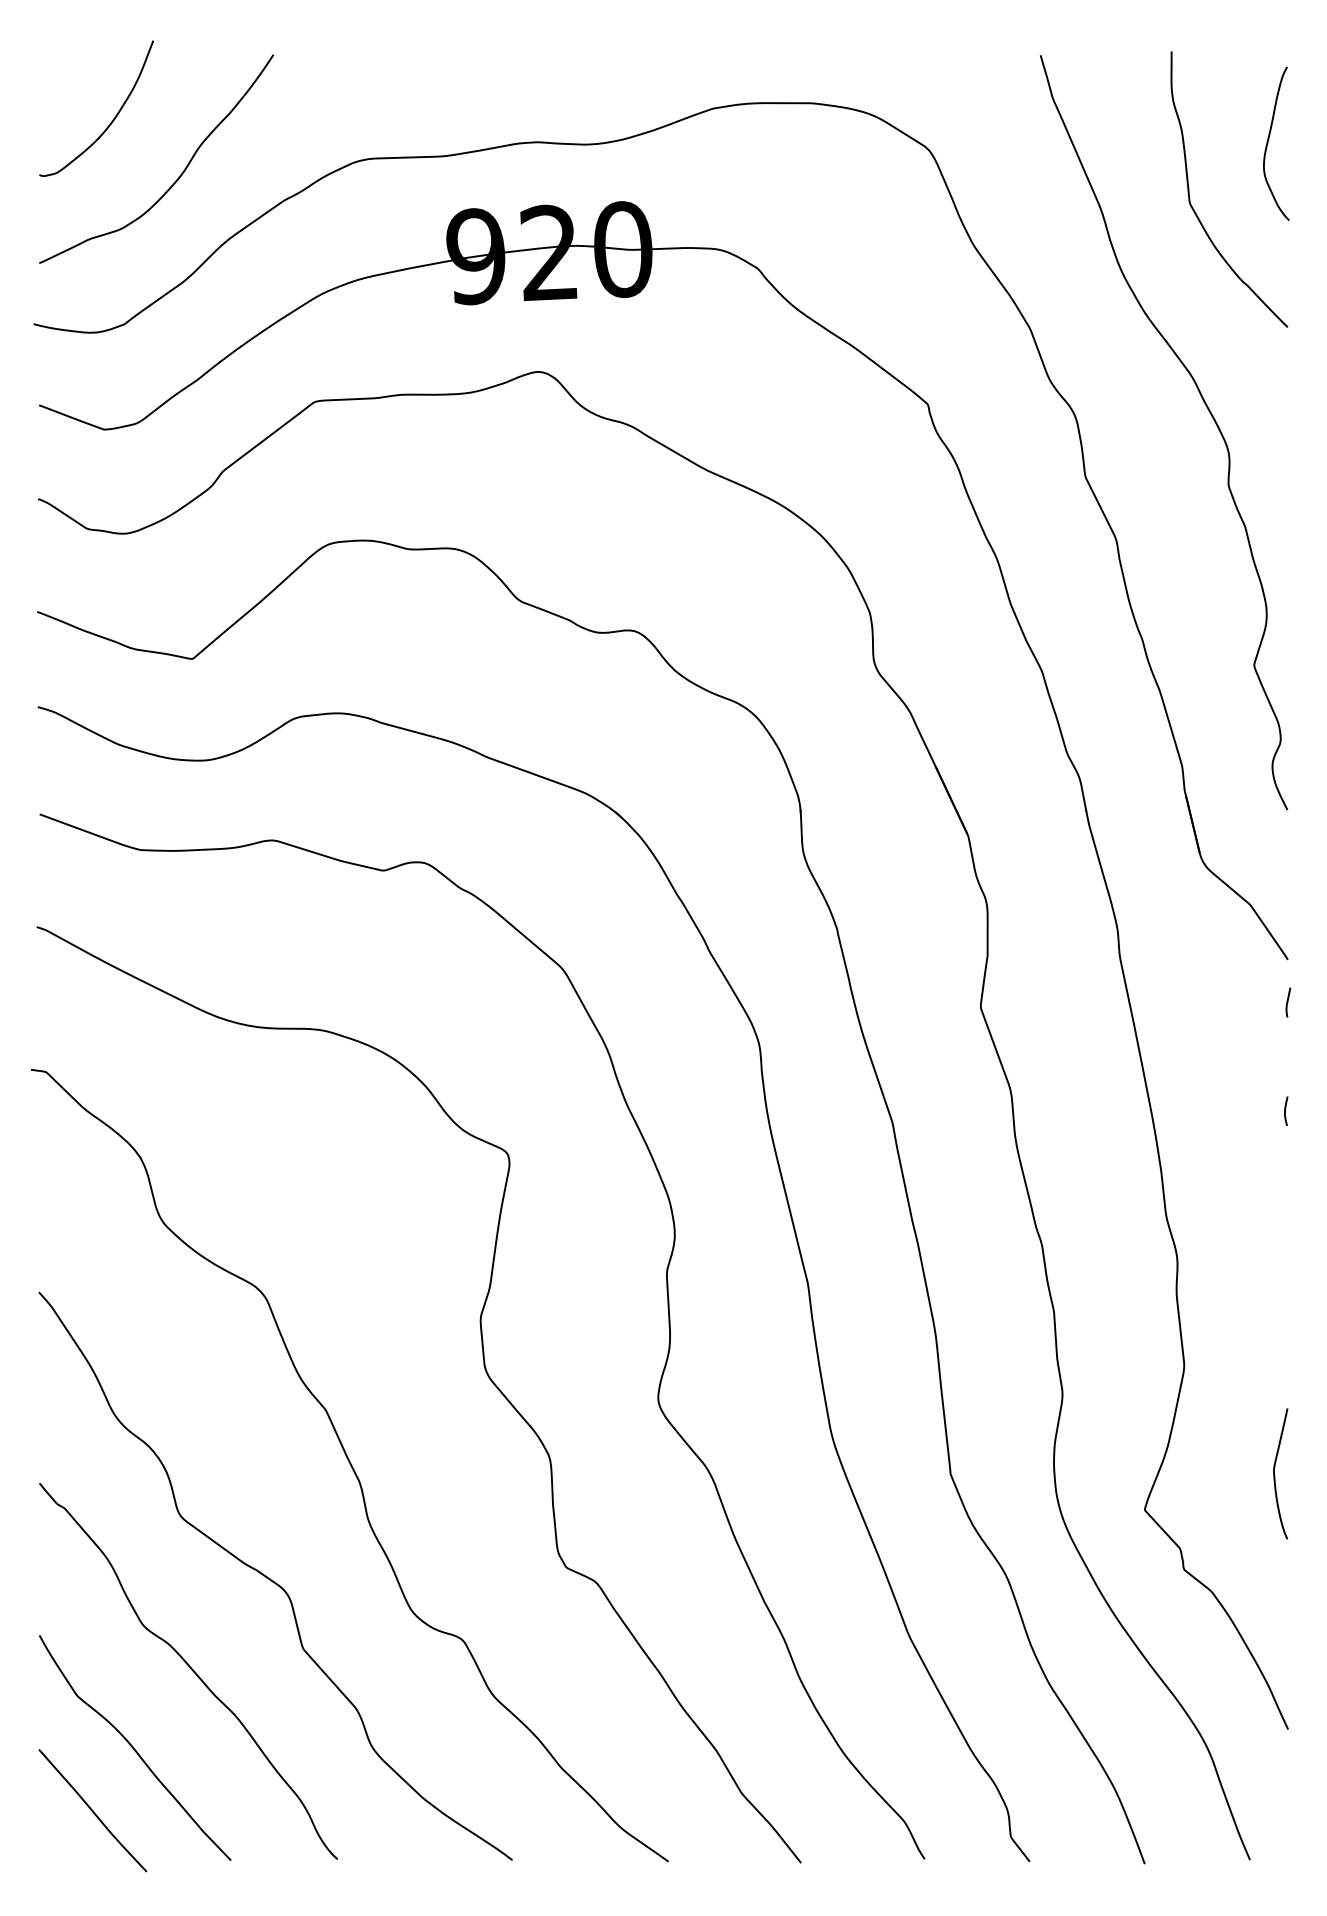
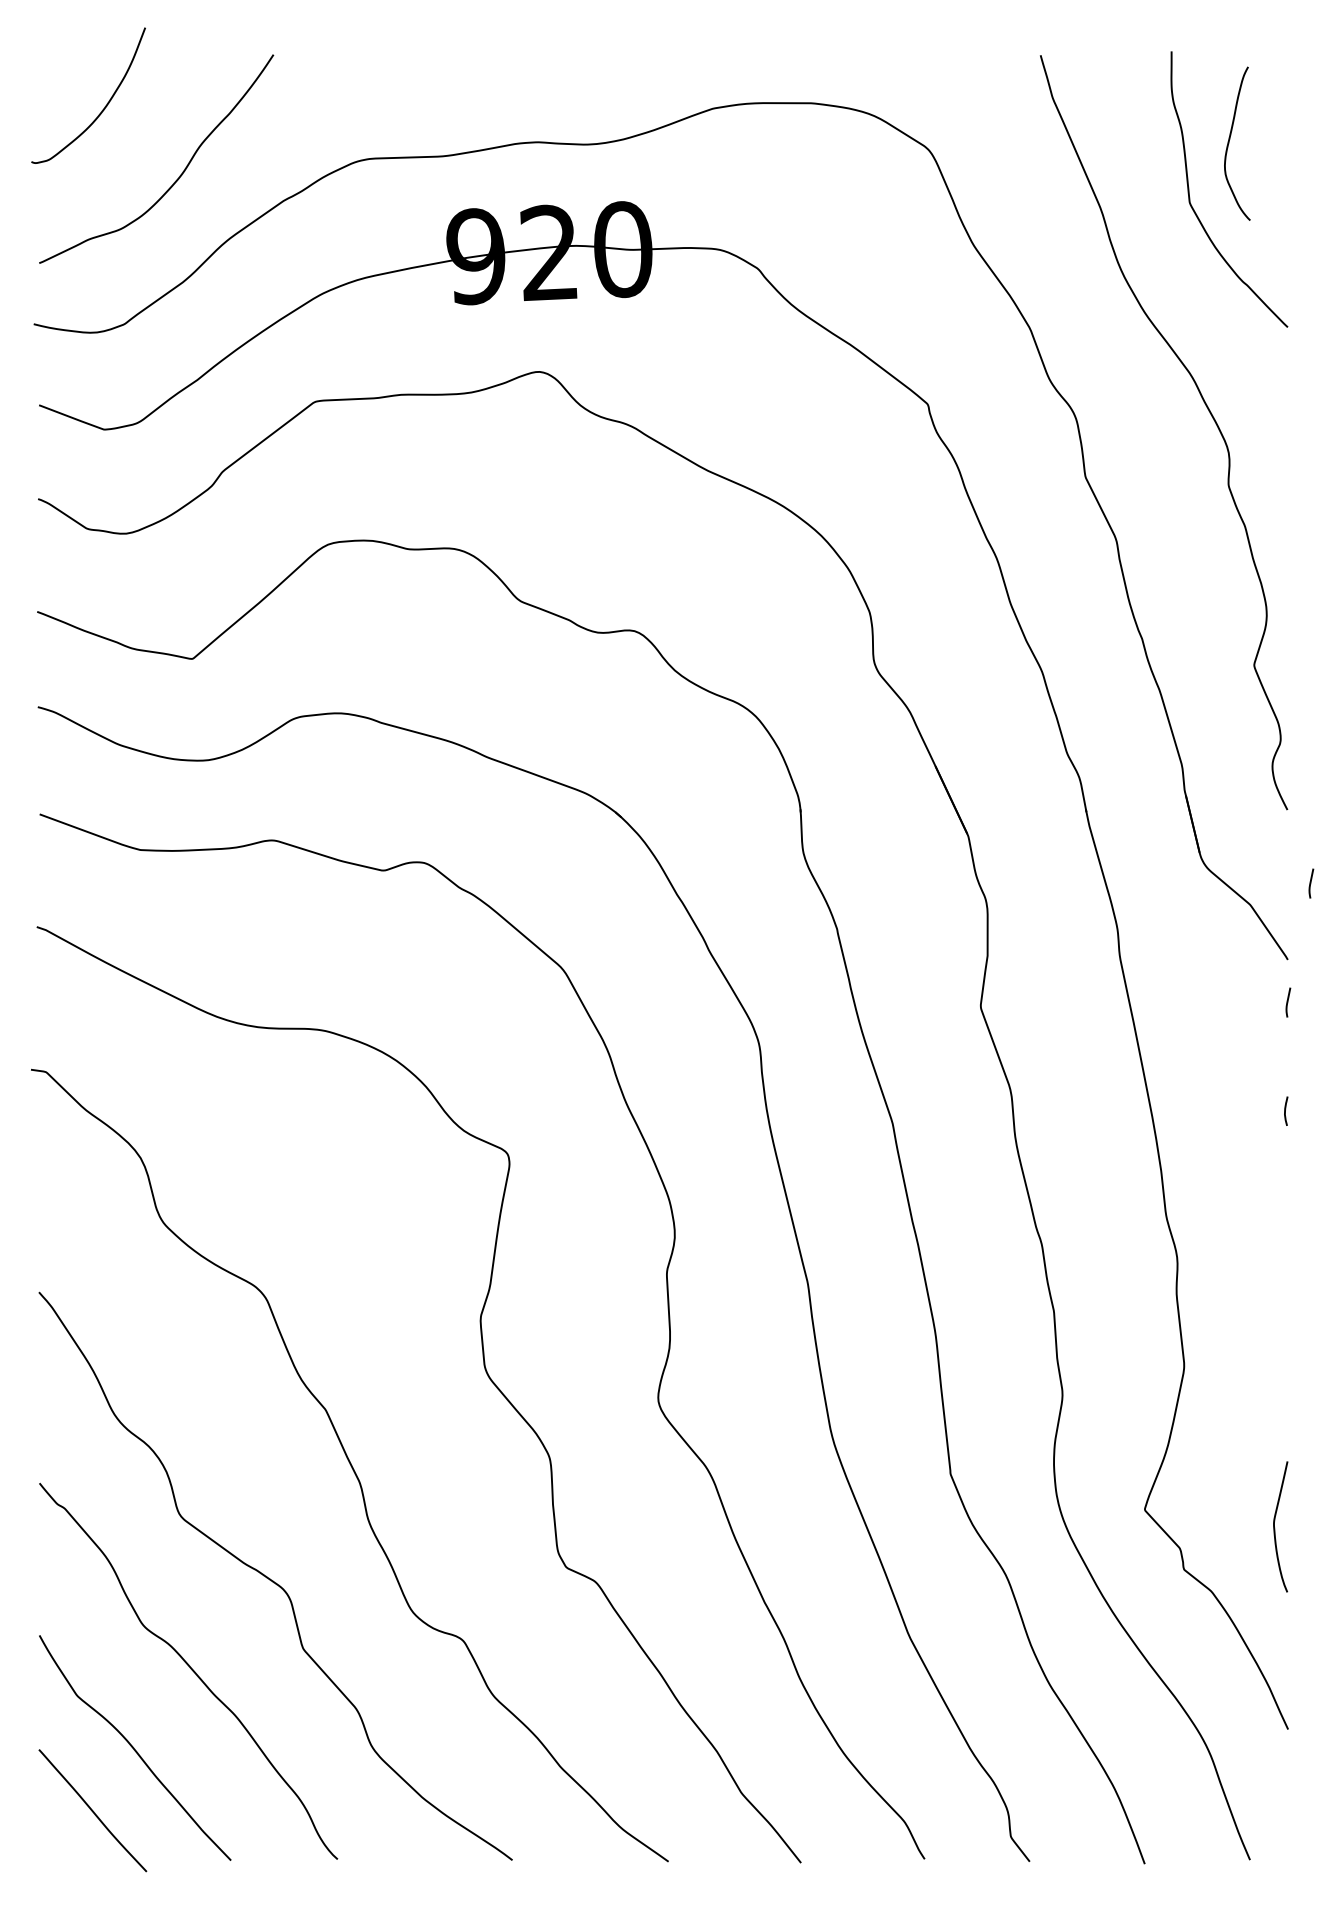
curve at (112, 119) position: (112, 119) -> (104, 106)
curve at (1268, 143) position: (1268, 143) -> (1229, 143)
curve at (1311, 883): none -> present
curve at (1275, 1475) position: (1275, 1475) -> (1275, 1528)
